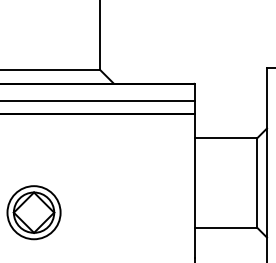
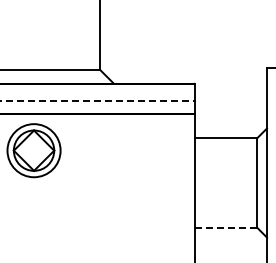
line at (97, 100): solid -> dashed
part at (33, 212) position: (33, 212) -> (33, 150)
line at (225, 227): solid -> dashed
